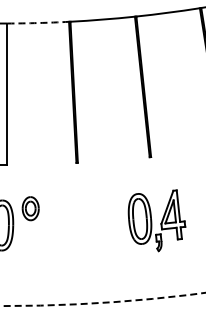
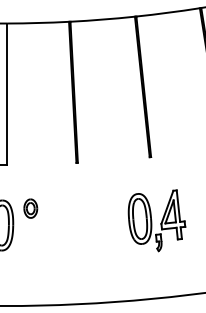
arc at (38, 23): dashed -> solid
part at (30, 208) size: 19x26 px -> 16x21 px
arc at (103, 302): dashed -> solid
